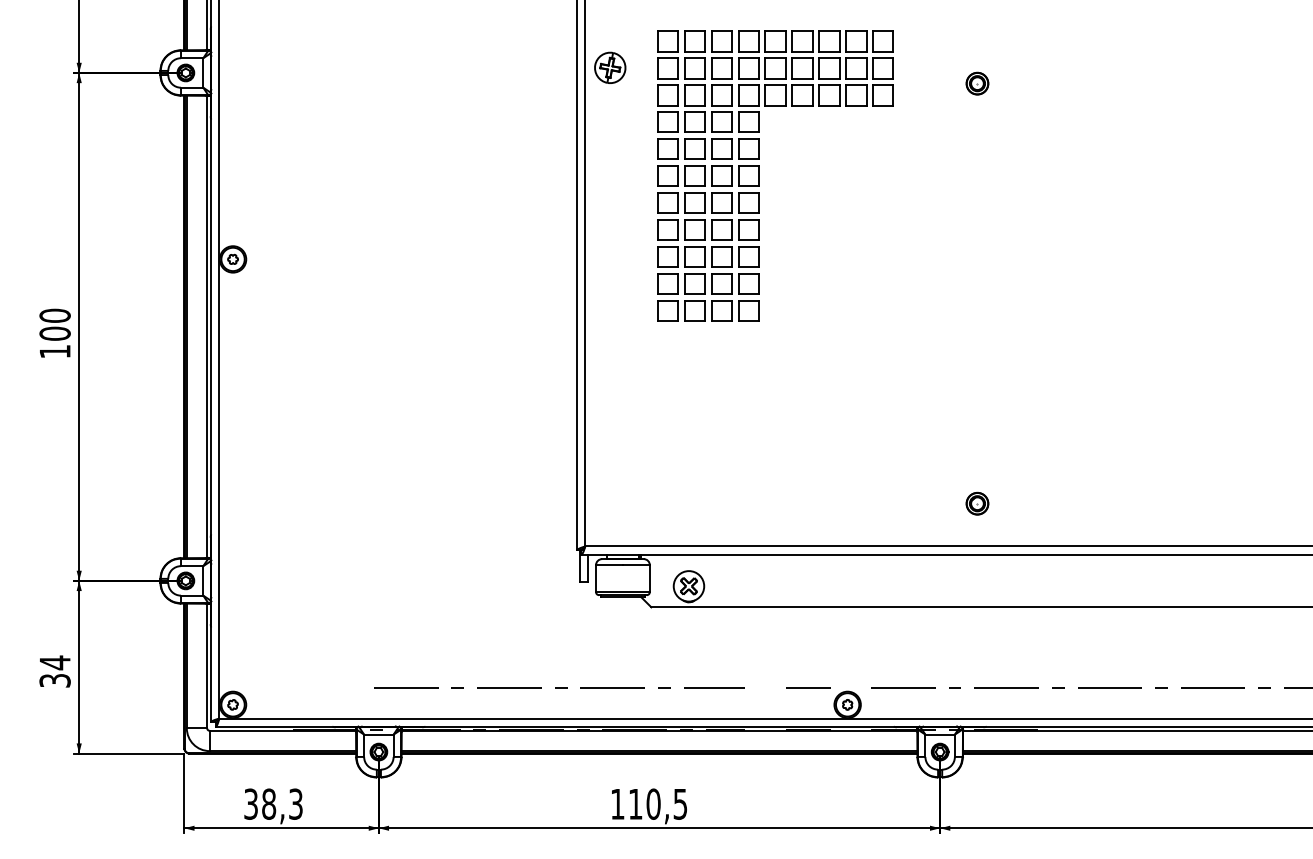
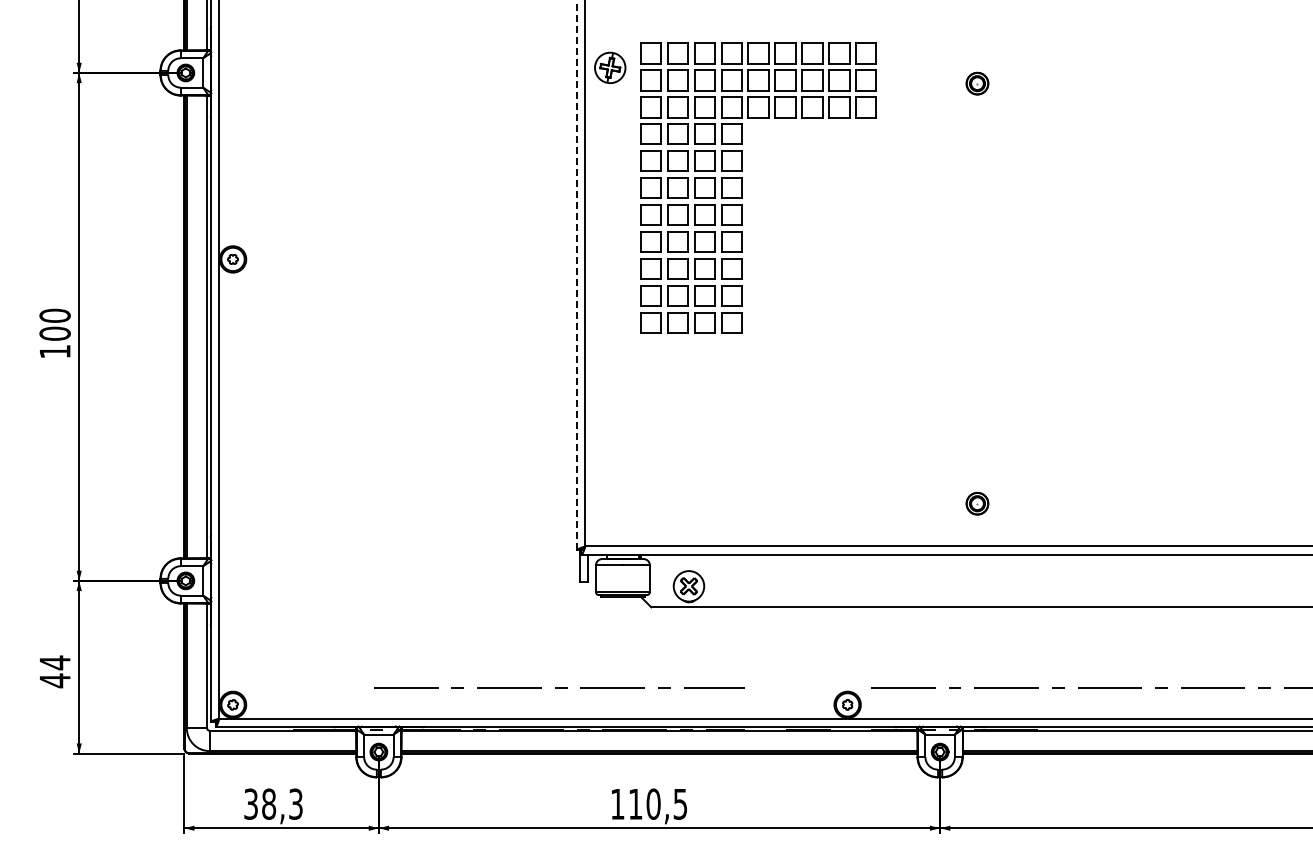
part at (759, 175) position: (759, 175) -> (742, 187)
line at (577, 275): solid -> dashed
text at (54, 680): 34 -> 44
line at (807, 688): present -> none
